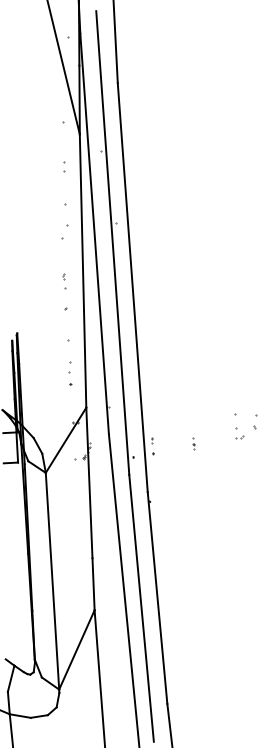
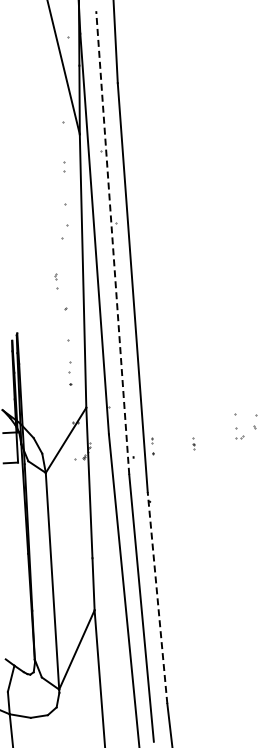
line at (112, 242): solid -> dashed
part at (64, 281) position: (64, 281) -> (56, 281)
line at (157, 597): solid -> dashed
